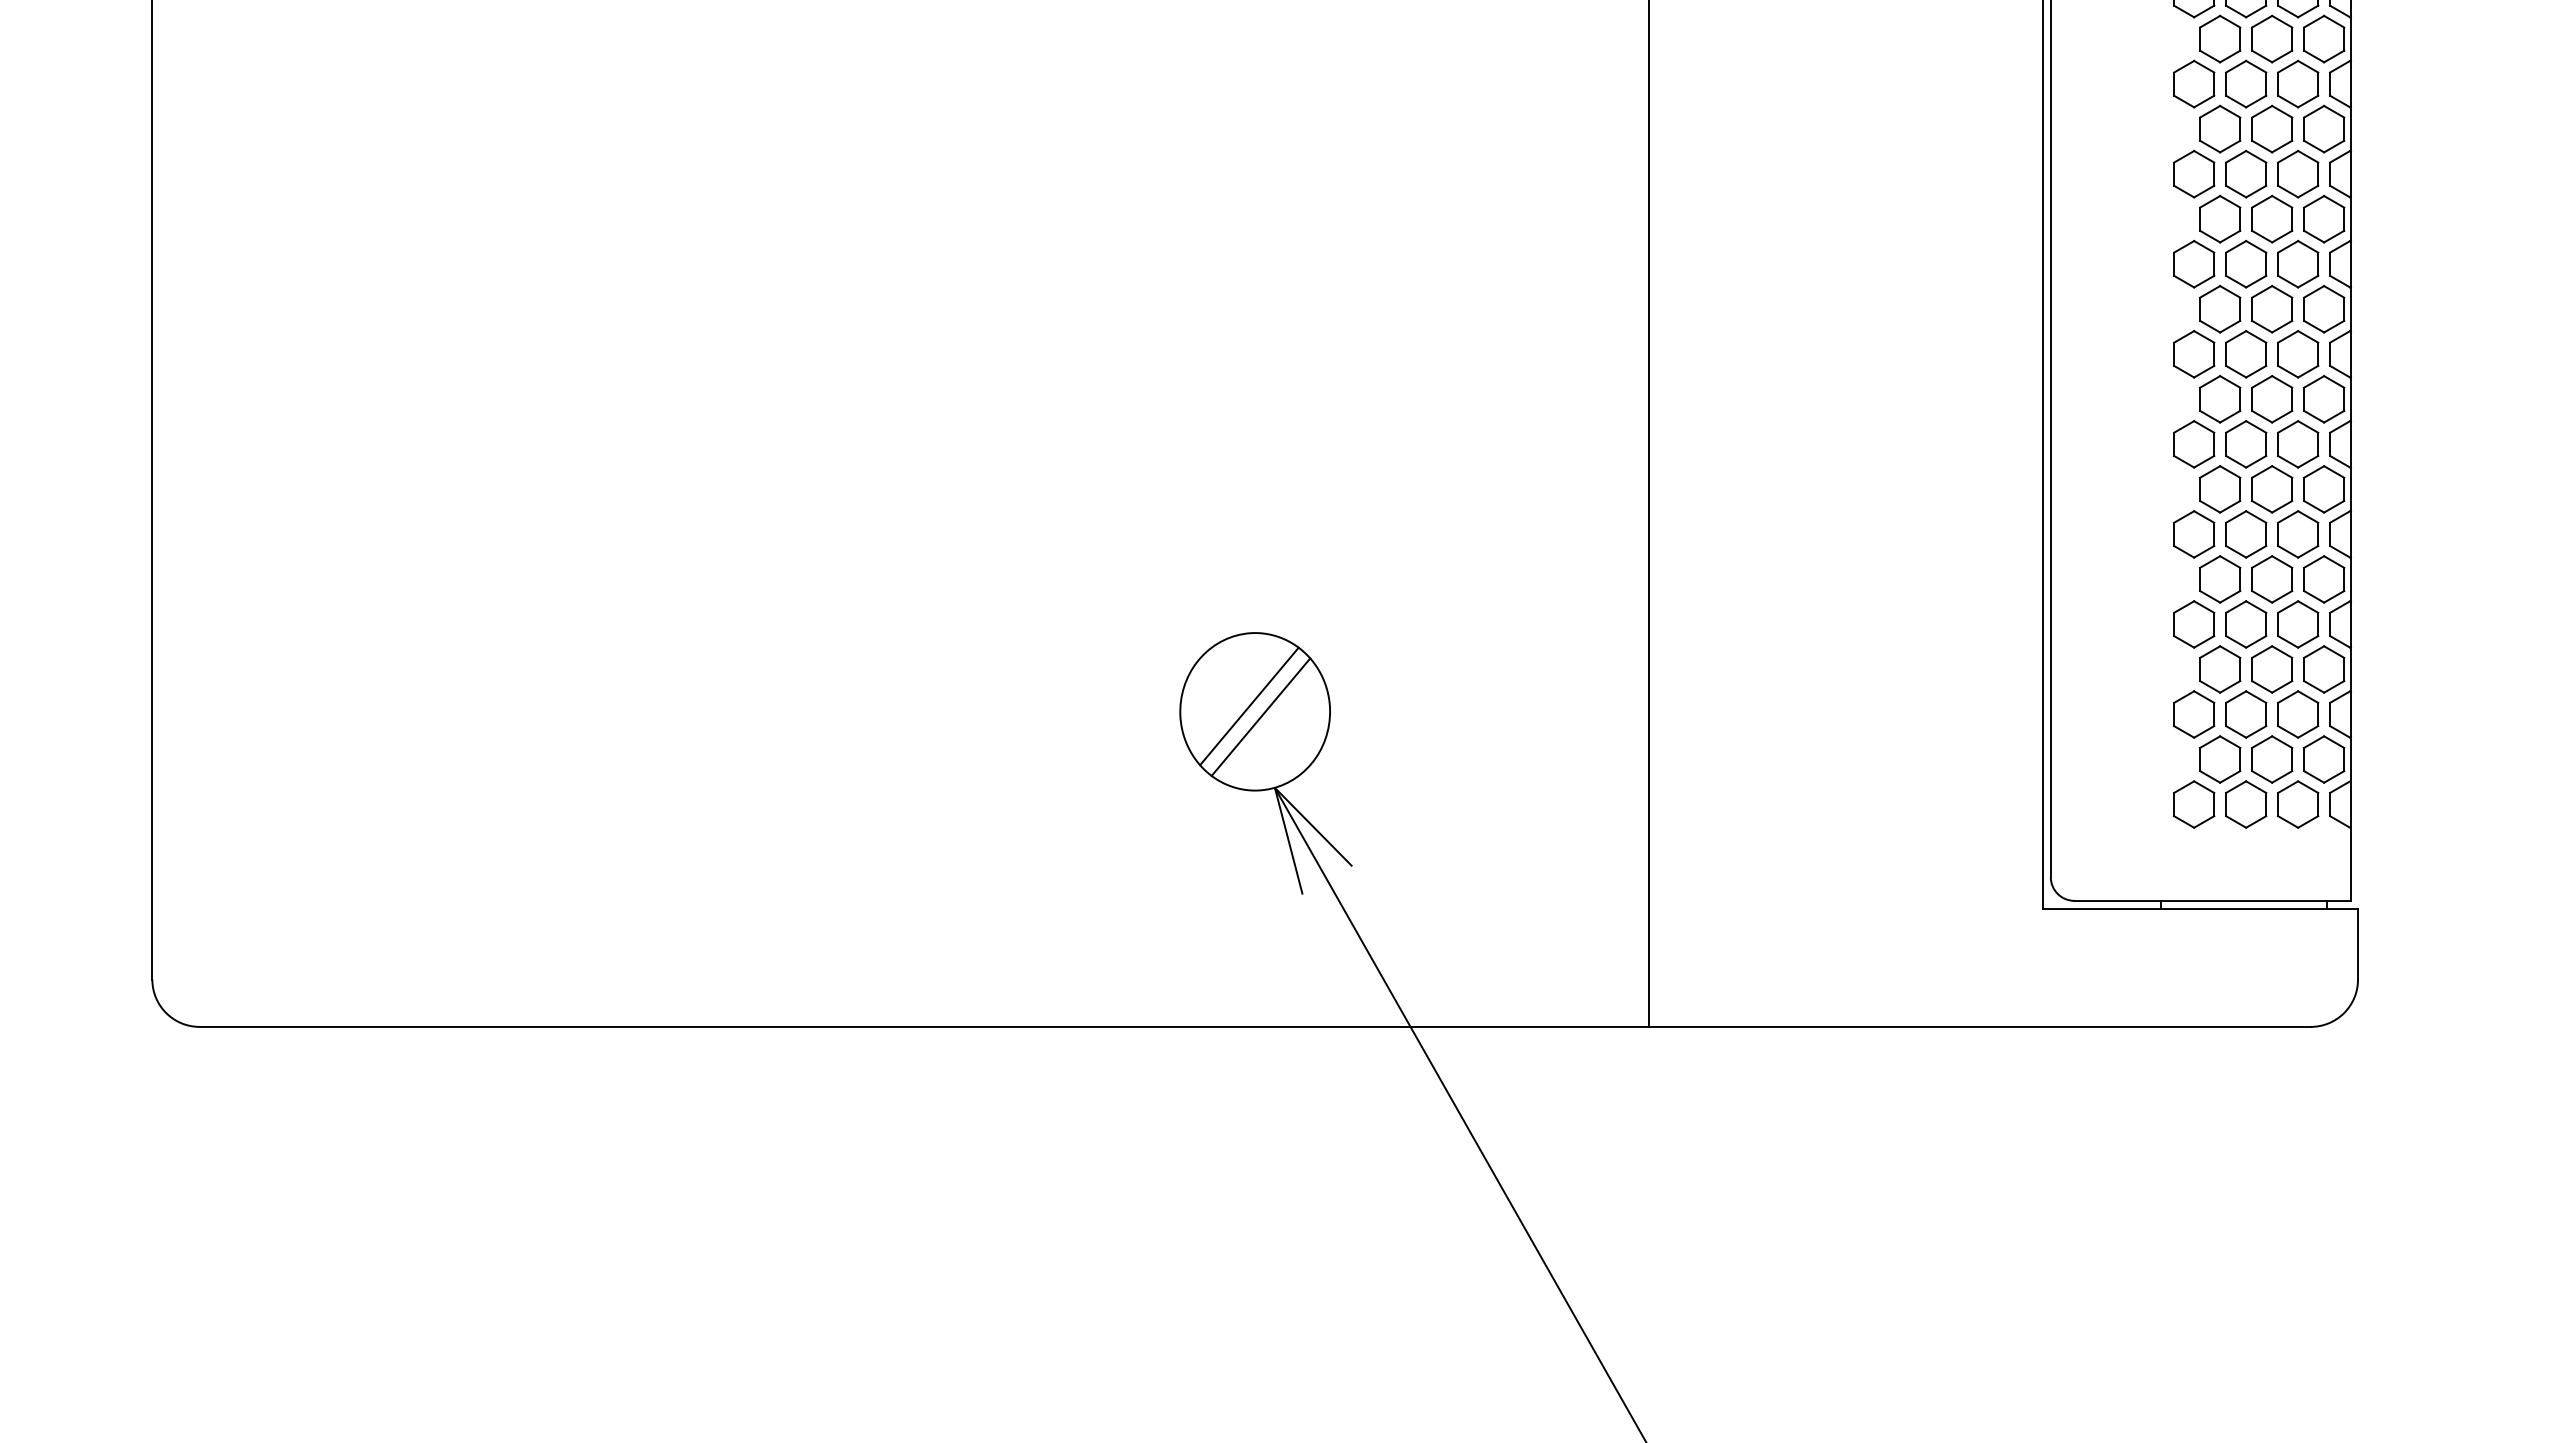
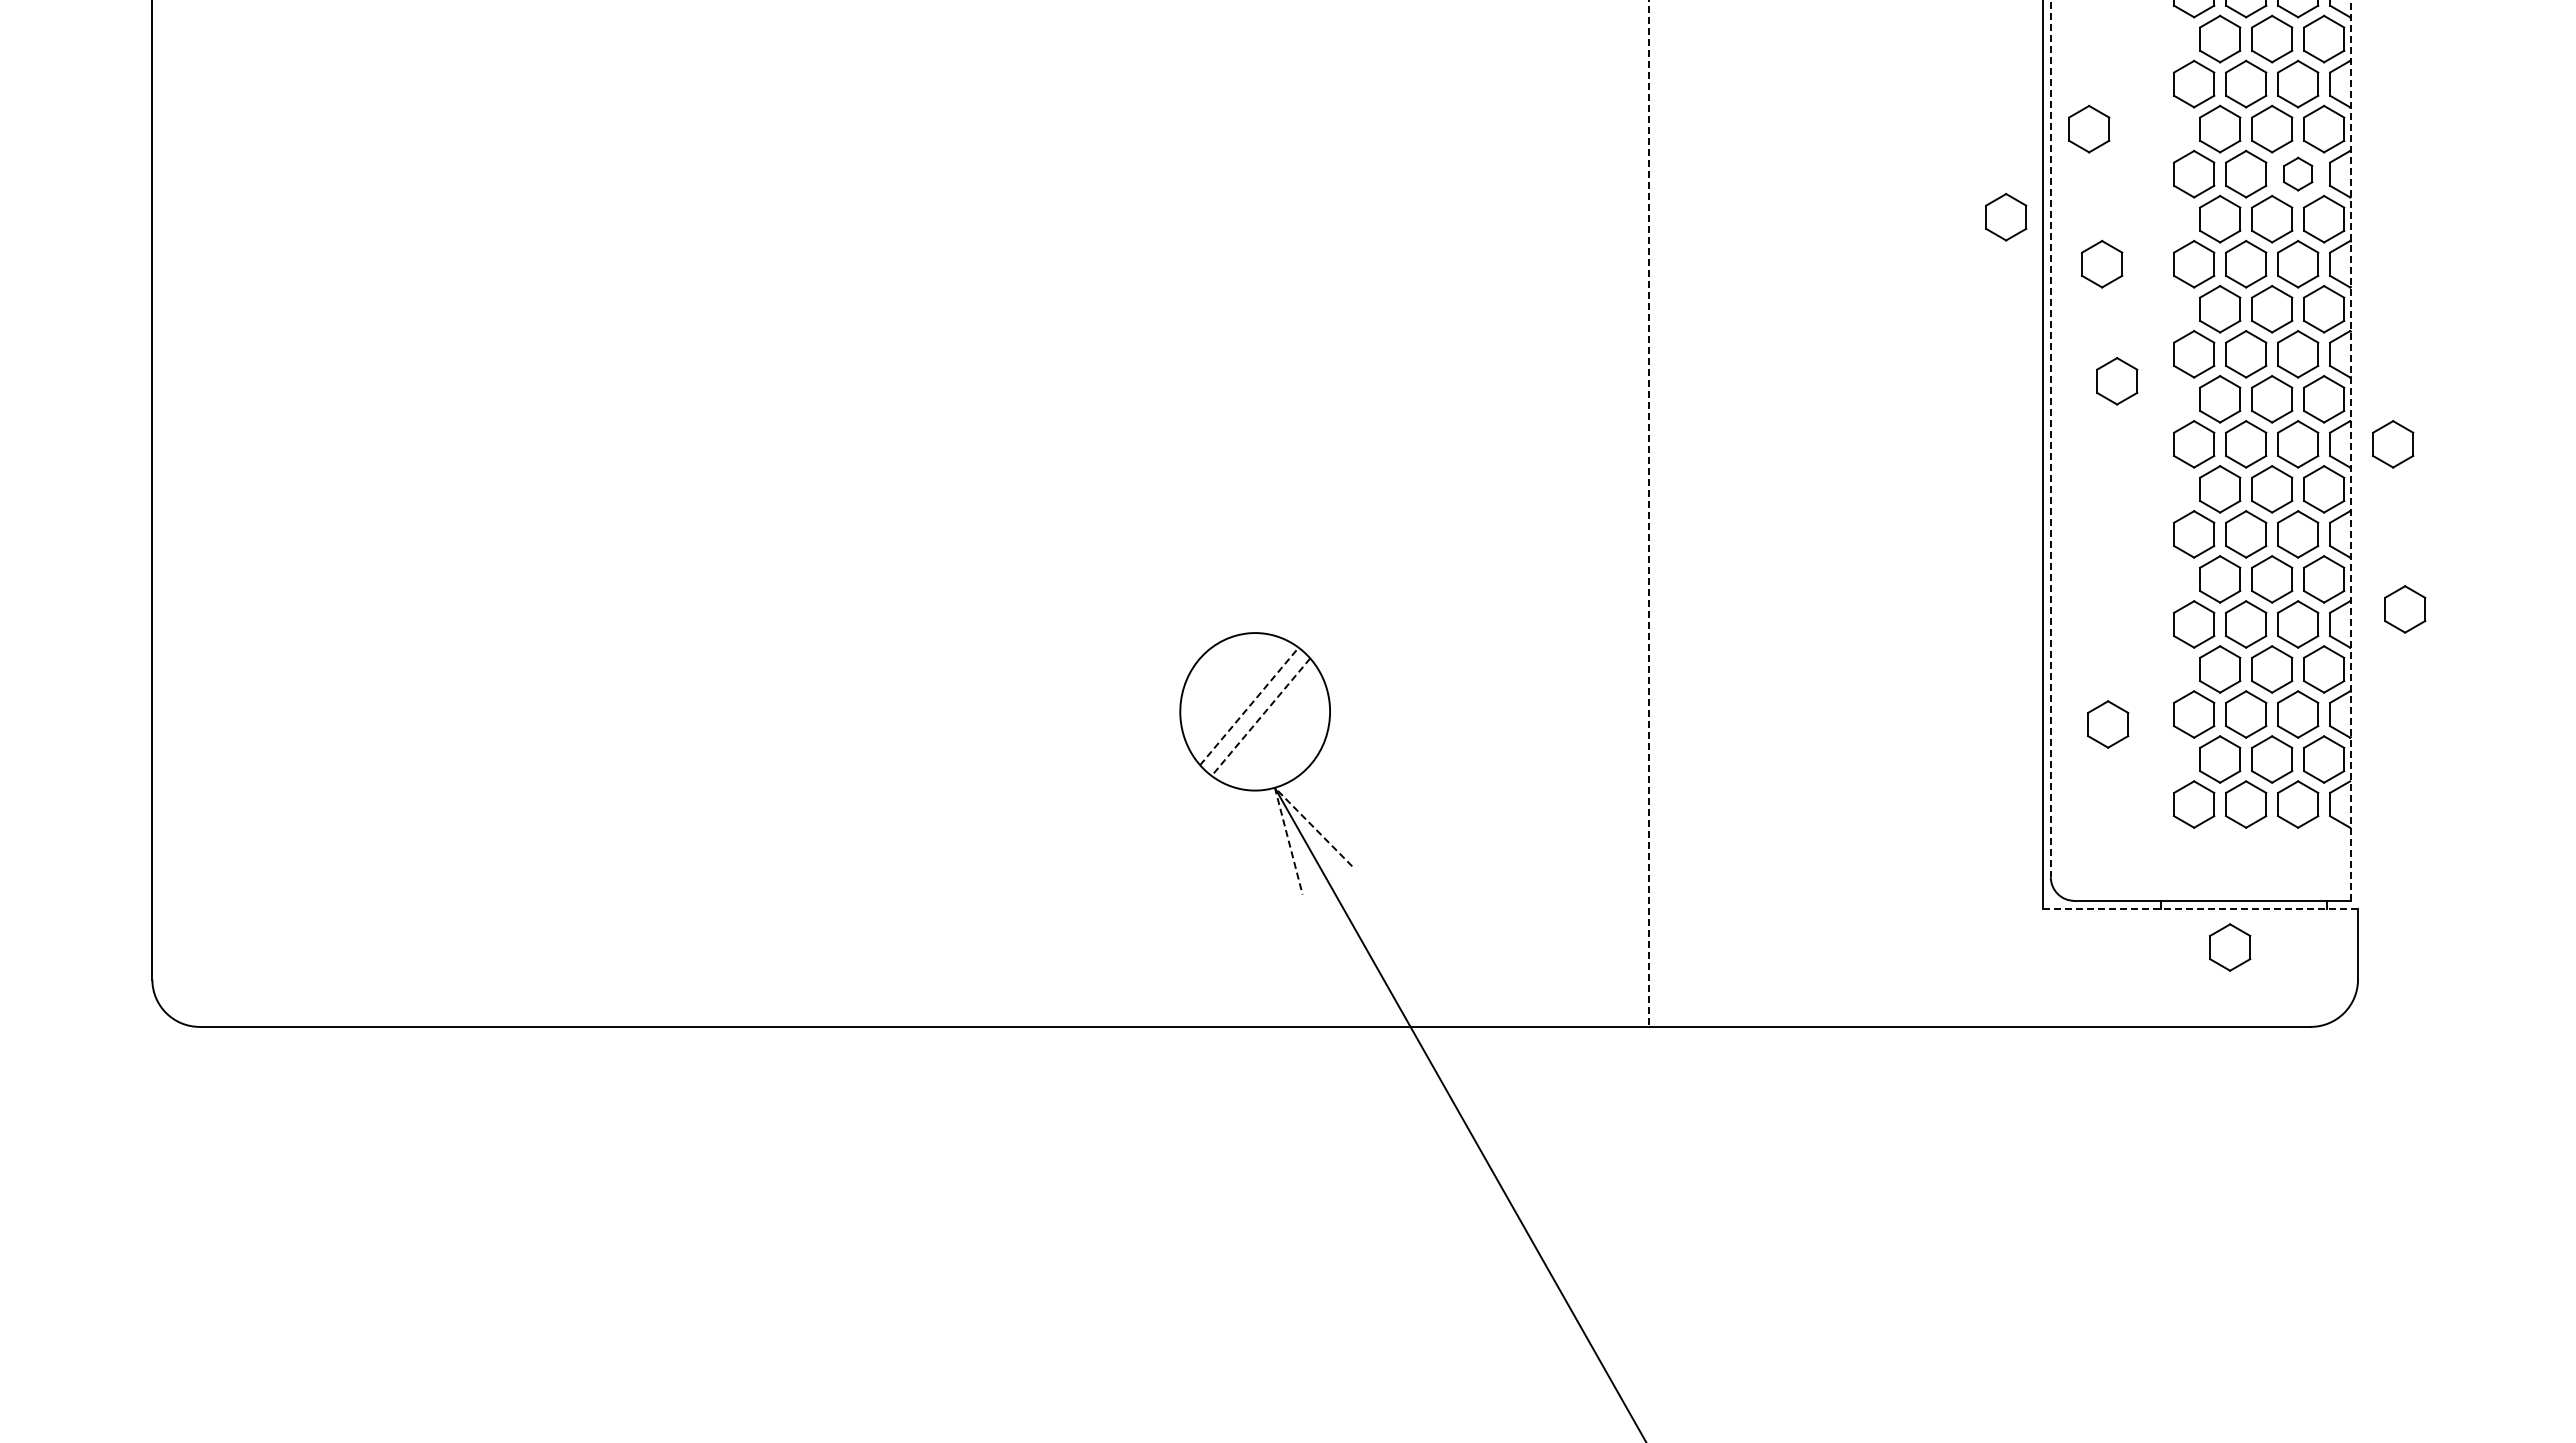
part at (2089, 128): none -> present
part at (2298, 173) size: 43x50 px -> 31x36 px
part at (2006, 217): none -> present
part at (2102, 264): none -> present
part at (2117, 381): none -> present
line at (2050, 439): solid -> dashed
part at (2393, 444): none -> present
line at (2350, 450): solid -> dashed
line at (1649, 513): solid -> dashed
part at (2405, 609): none -> present
line at (1249, 706): solid -> dashed
line at (1260, 717): solid -> dashed
part at (2108, 724): none -> present
line at (1274, 787): solid -> dashed
line at (2200, 908): solid -> dashed
part at (2230, 947): none -> present
